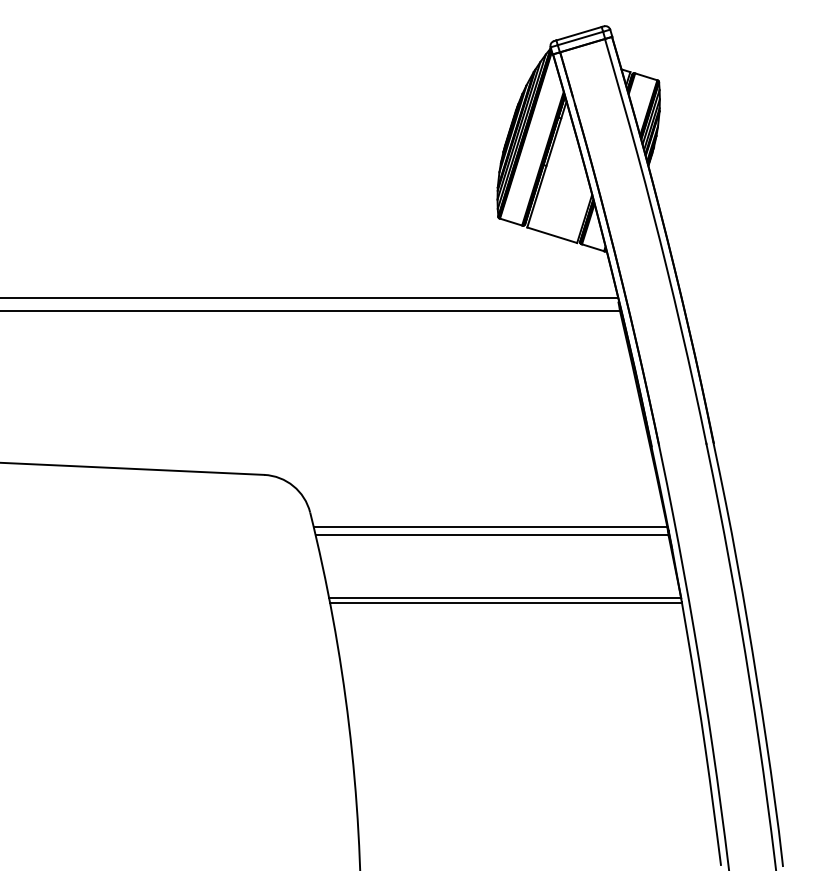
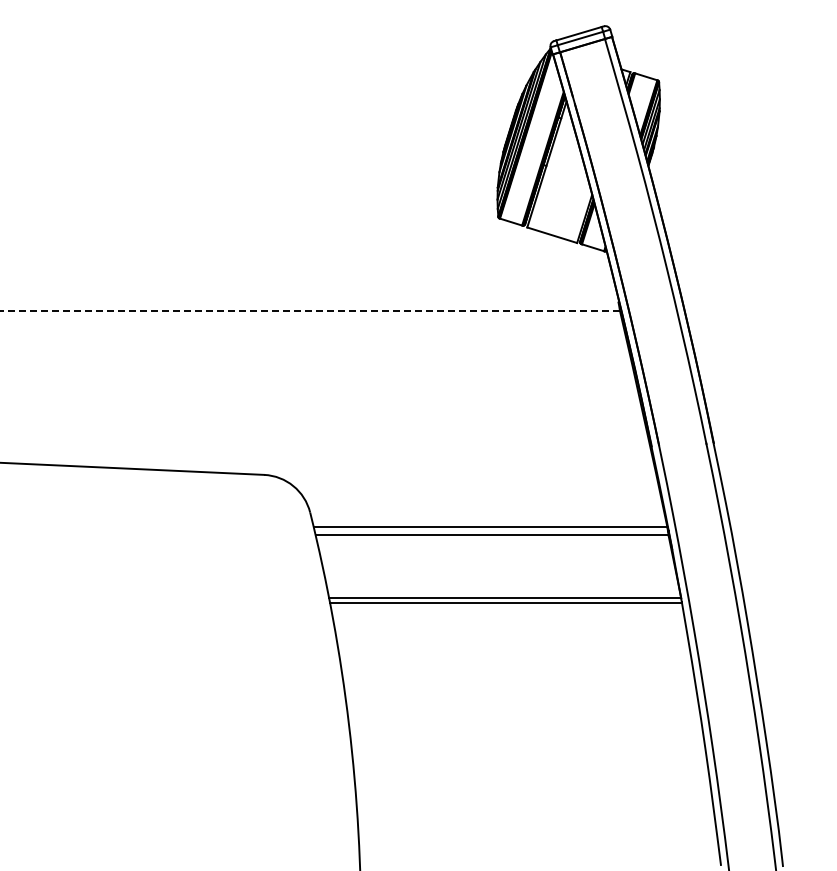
line at (310, 297): present -> none
line at (310, 310): solid -> dashed
